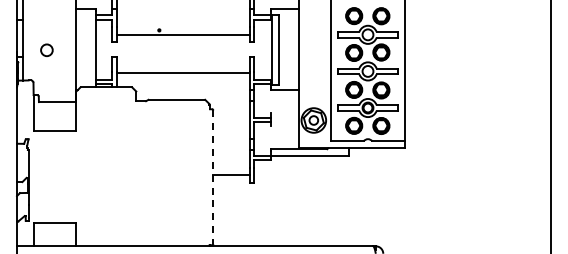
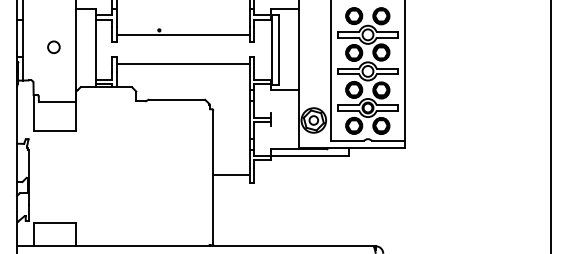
circle at (46, 49) position: (46, 49) -> (53, 46)
line at (183, 73) position: (183, 73) -> (183, 64)
line at (213, 177): dashed -> solid
